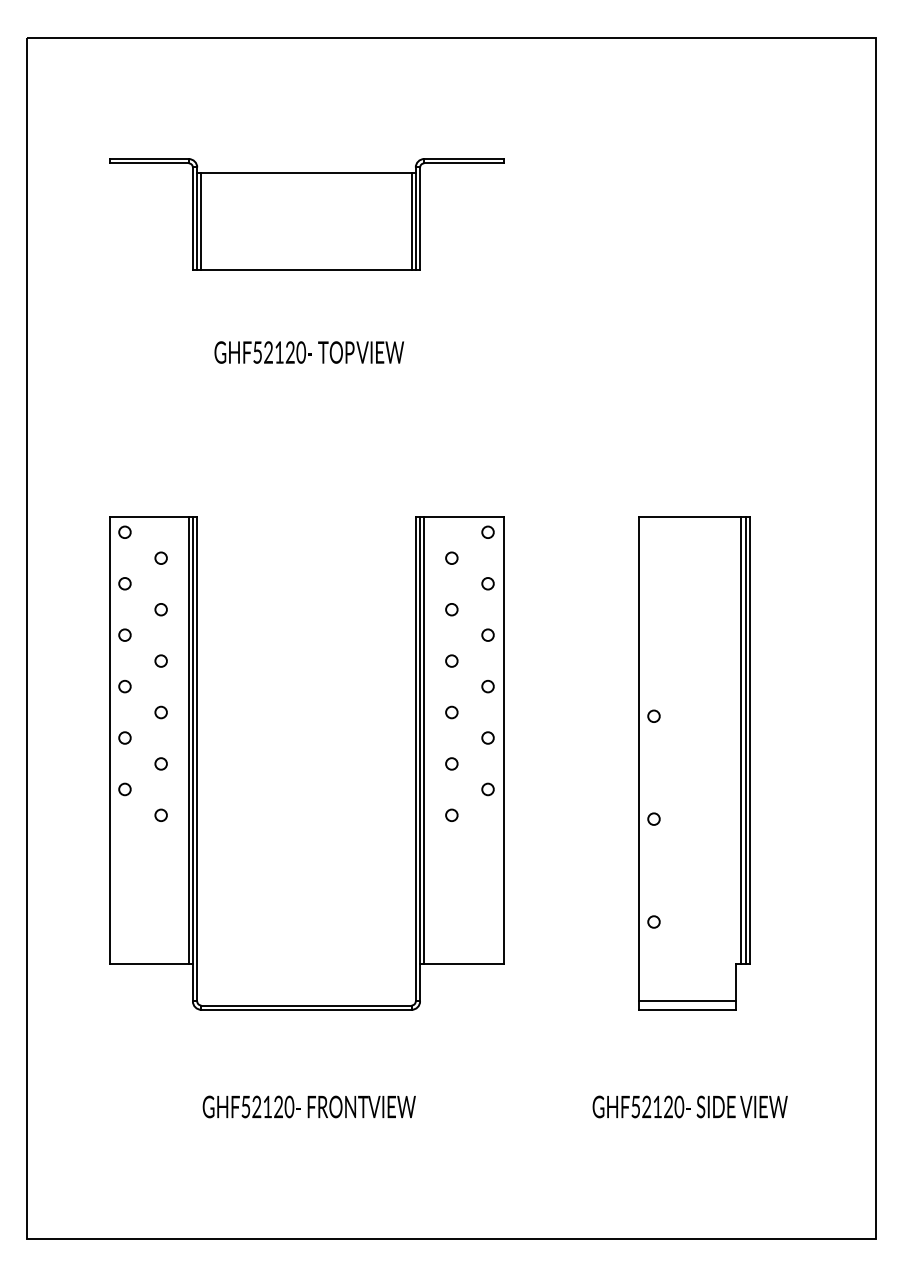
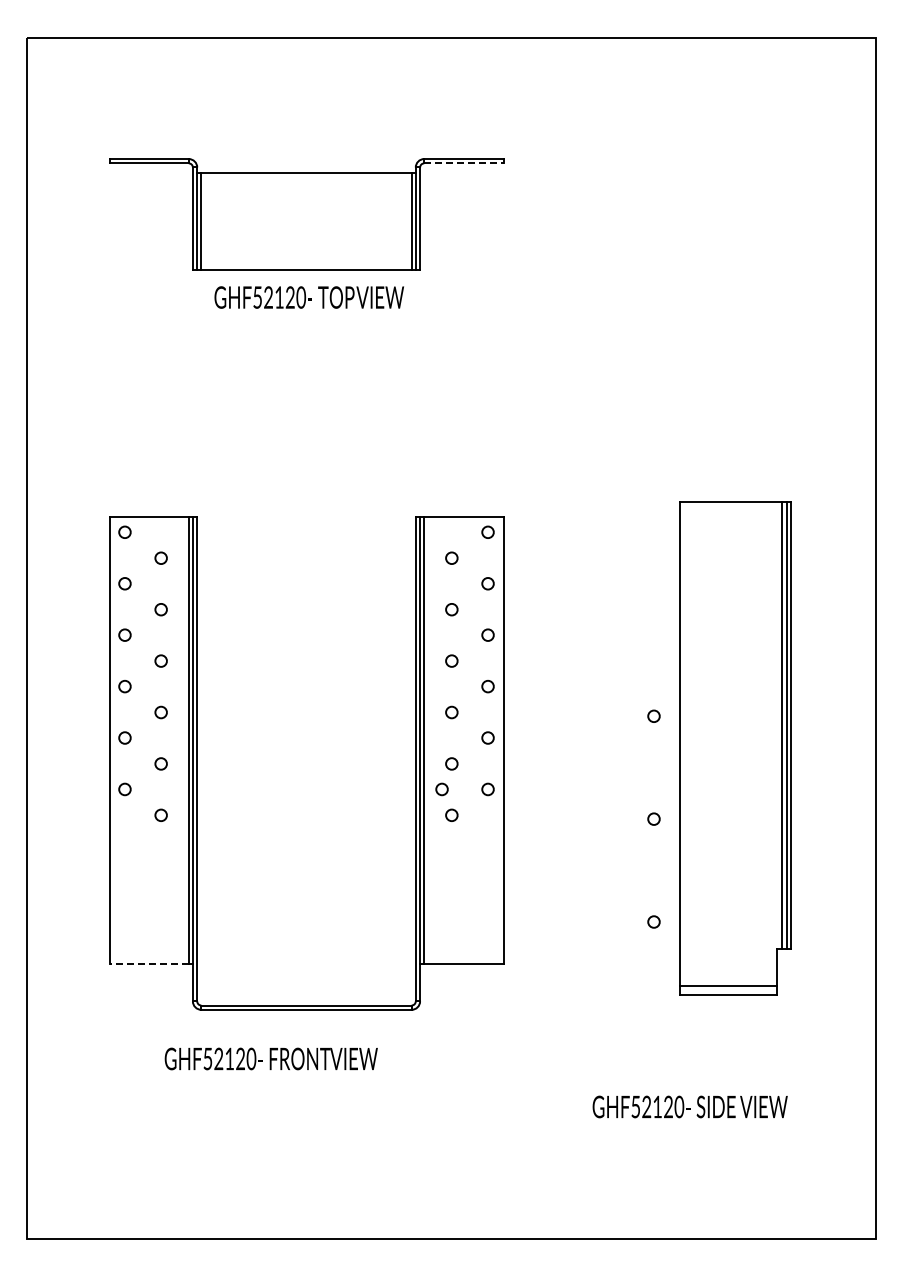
line at (463, 163): solid -> dashed
text at (308, 352) position: (308, 352) -> (308, 297)
part at (694, 763) position: (694, 763) -> (735, 748)
circle at (441, 789): none -> present
line at (149, 964): solid -> dashed
text at (308, 1106) position: (308, 1106) -> (270, 1058)
